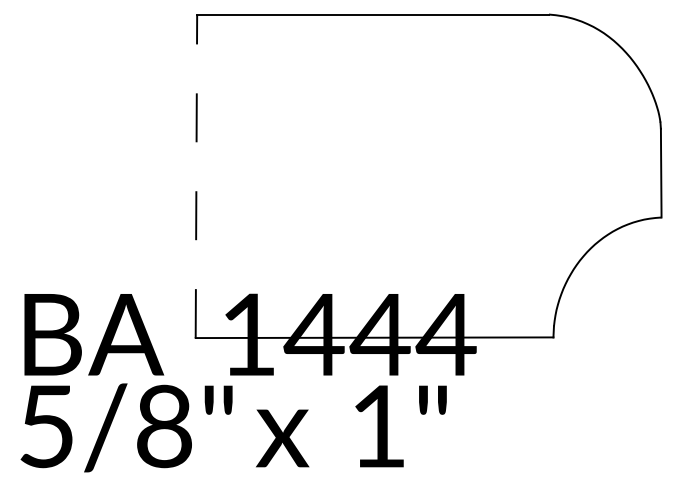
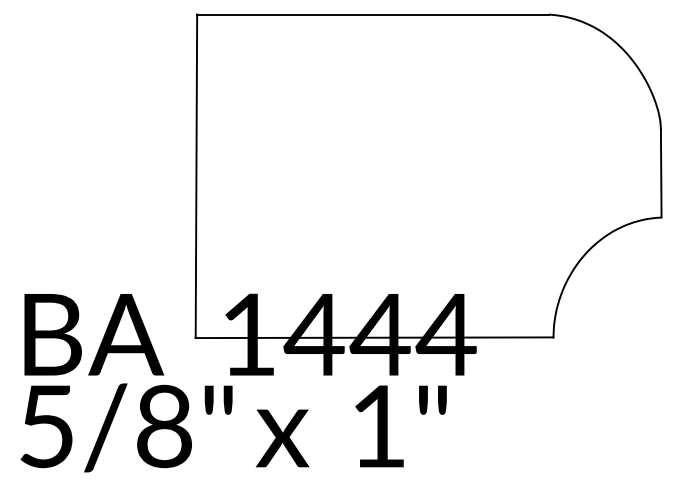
line at (196, 176): dashed -> solid
